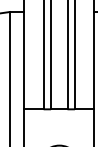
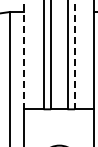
line at (24, 55): solid -> dashed
line at (74, 55): solid -> dashed
